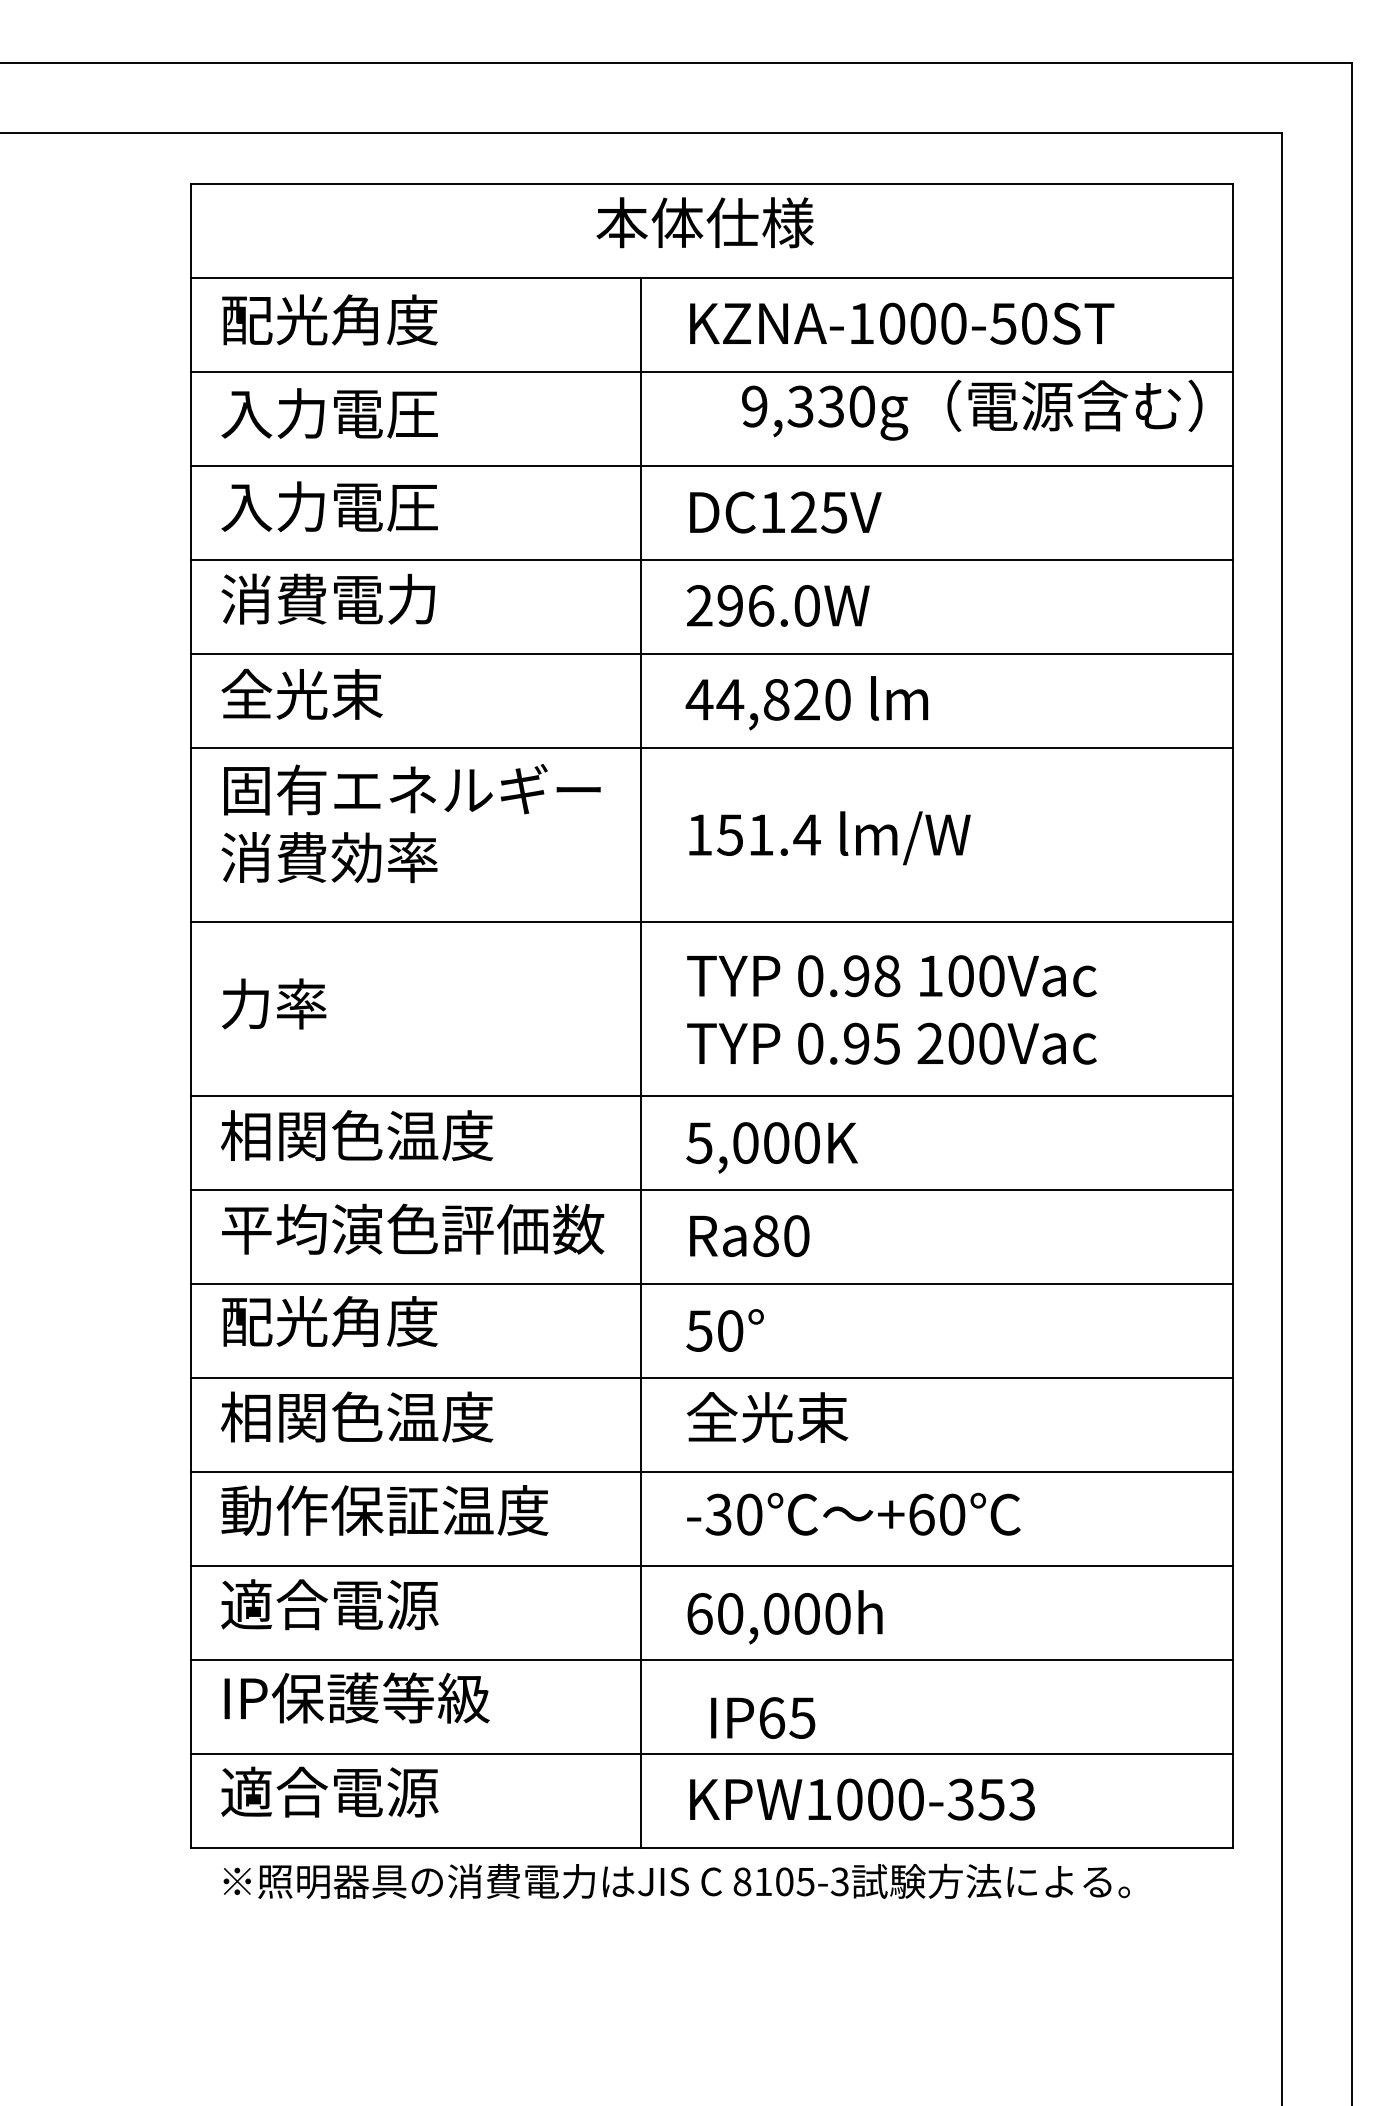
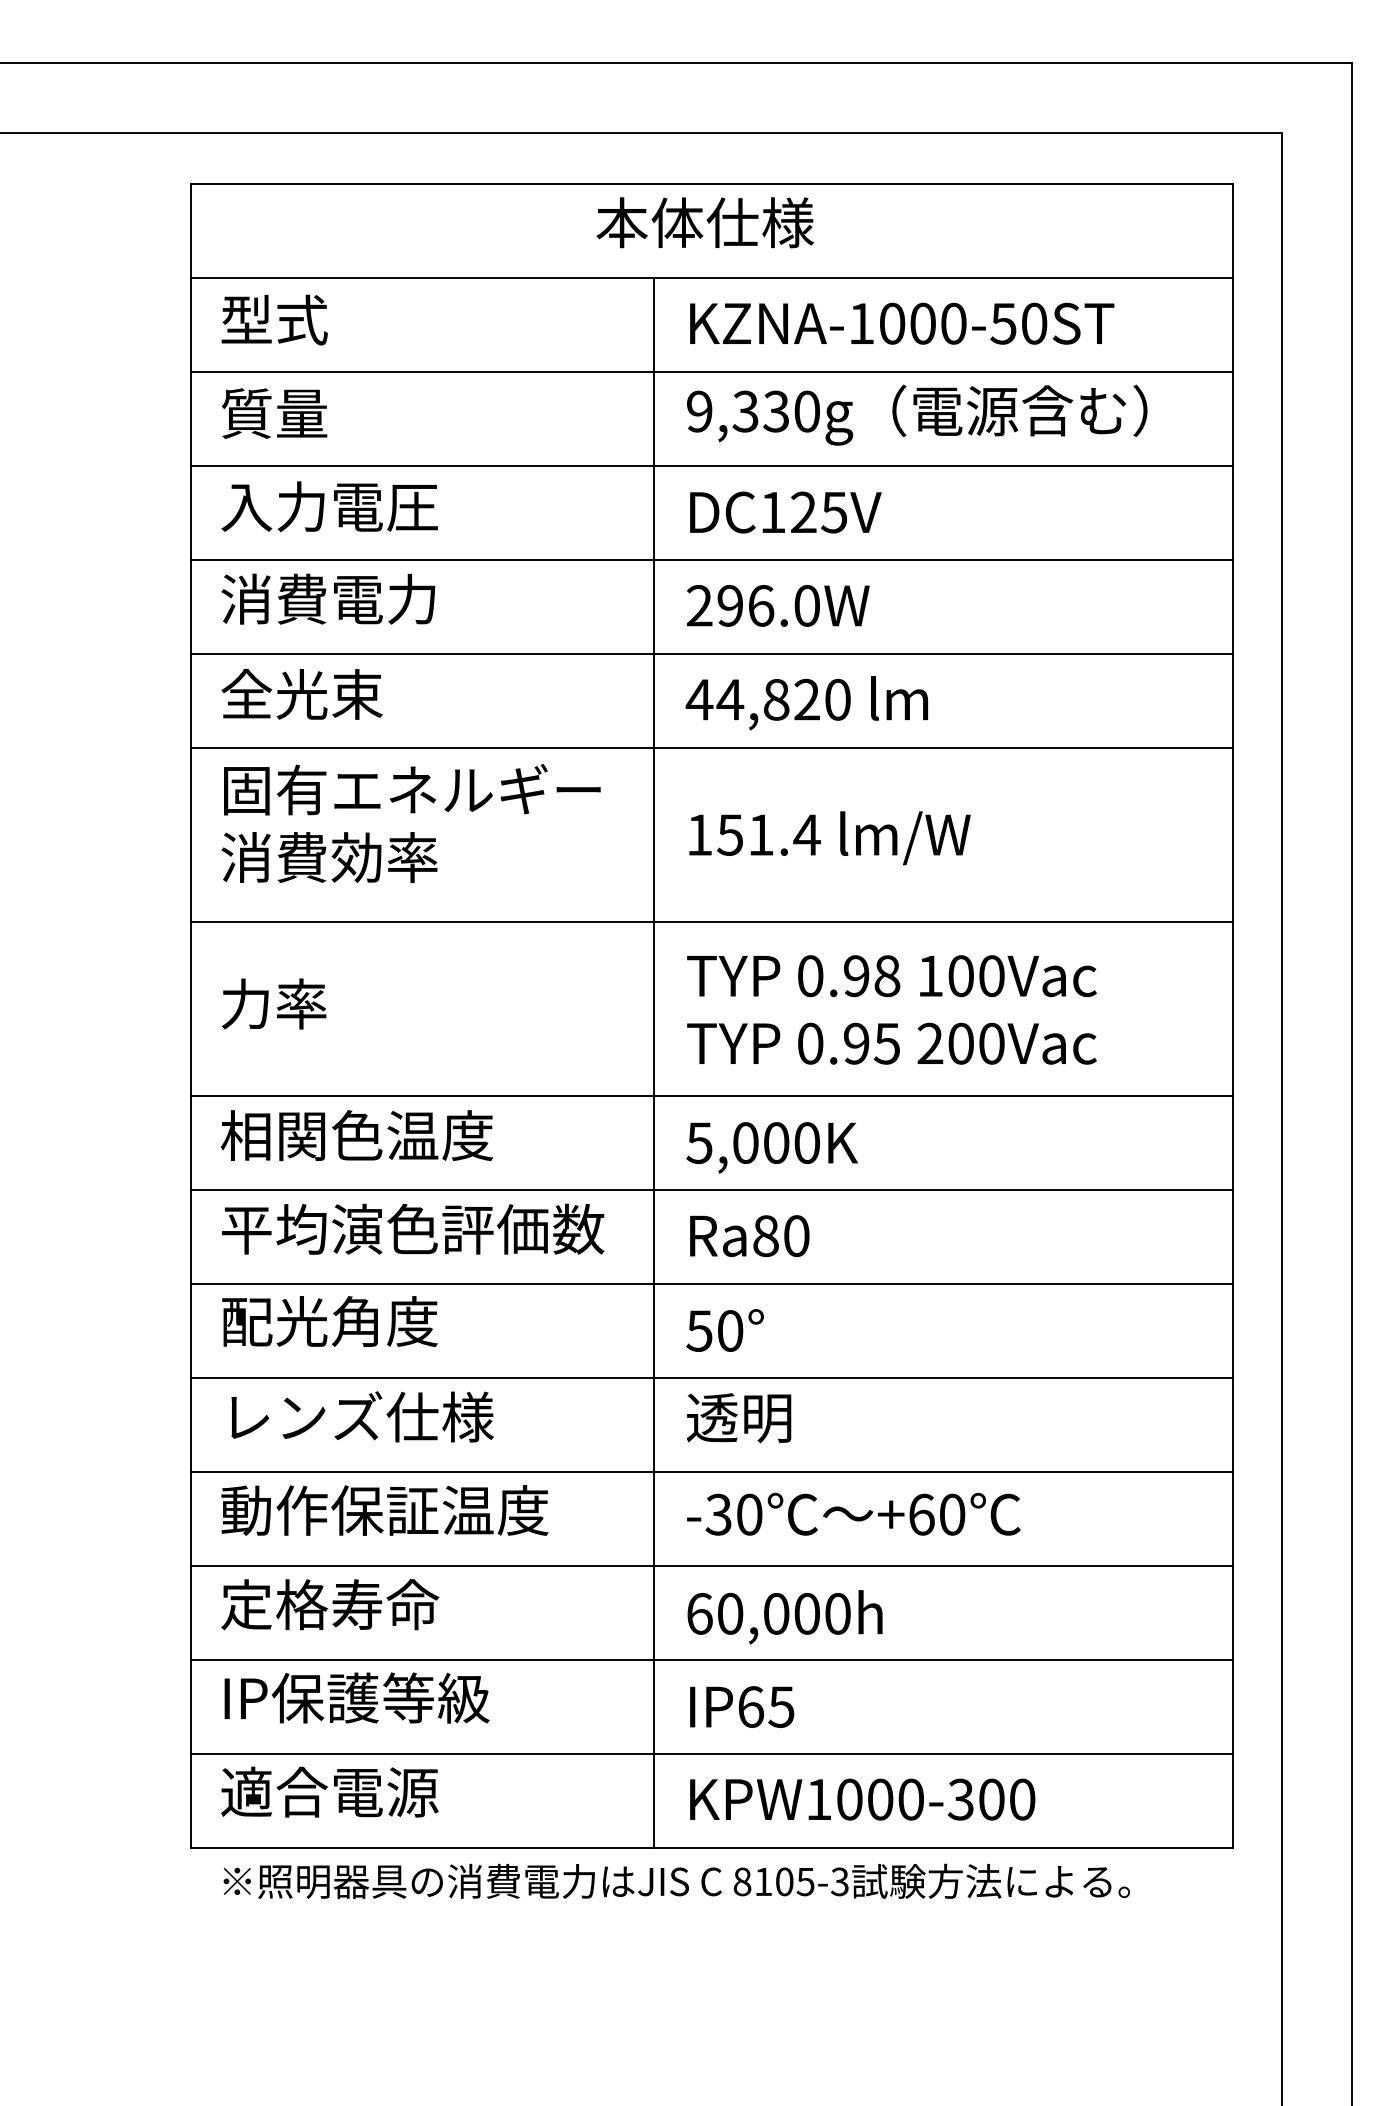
text at (329, 319): 配光角度 -> 型式
text at (972, 409) position: (972, 409) -> (917, 414)
text at (329, 413): 入力電圧 -> 質量
line at (640, 1062) position: (640, 1062) -> (653, 1062)
text at (356, 1416): 相関色温度 -> レンズ仕様
text at (767, 1417): 全光束 -> 透明
text at (330, 1604): 適合電源 -> 定格寿命
text at (763, 1717) position: (763, 1717) -> (742, 1706)
text at (1006, 1799): KPW1000-353 -> KPW1000-300
